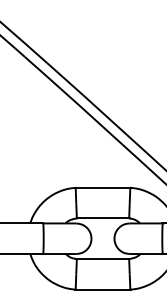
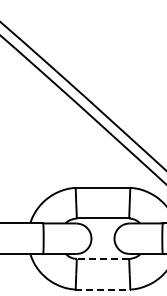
line at (102, 259): solid -> dashed
line at (103, 289): solid -> dashed
